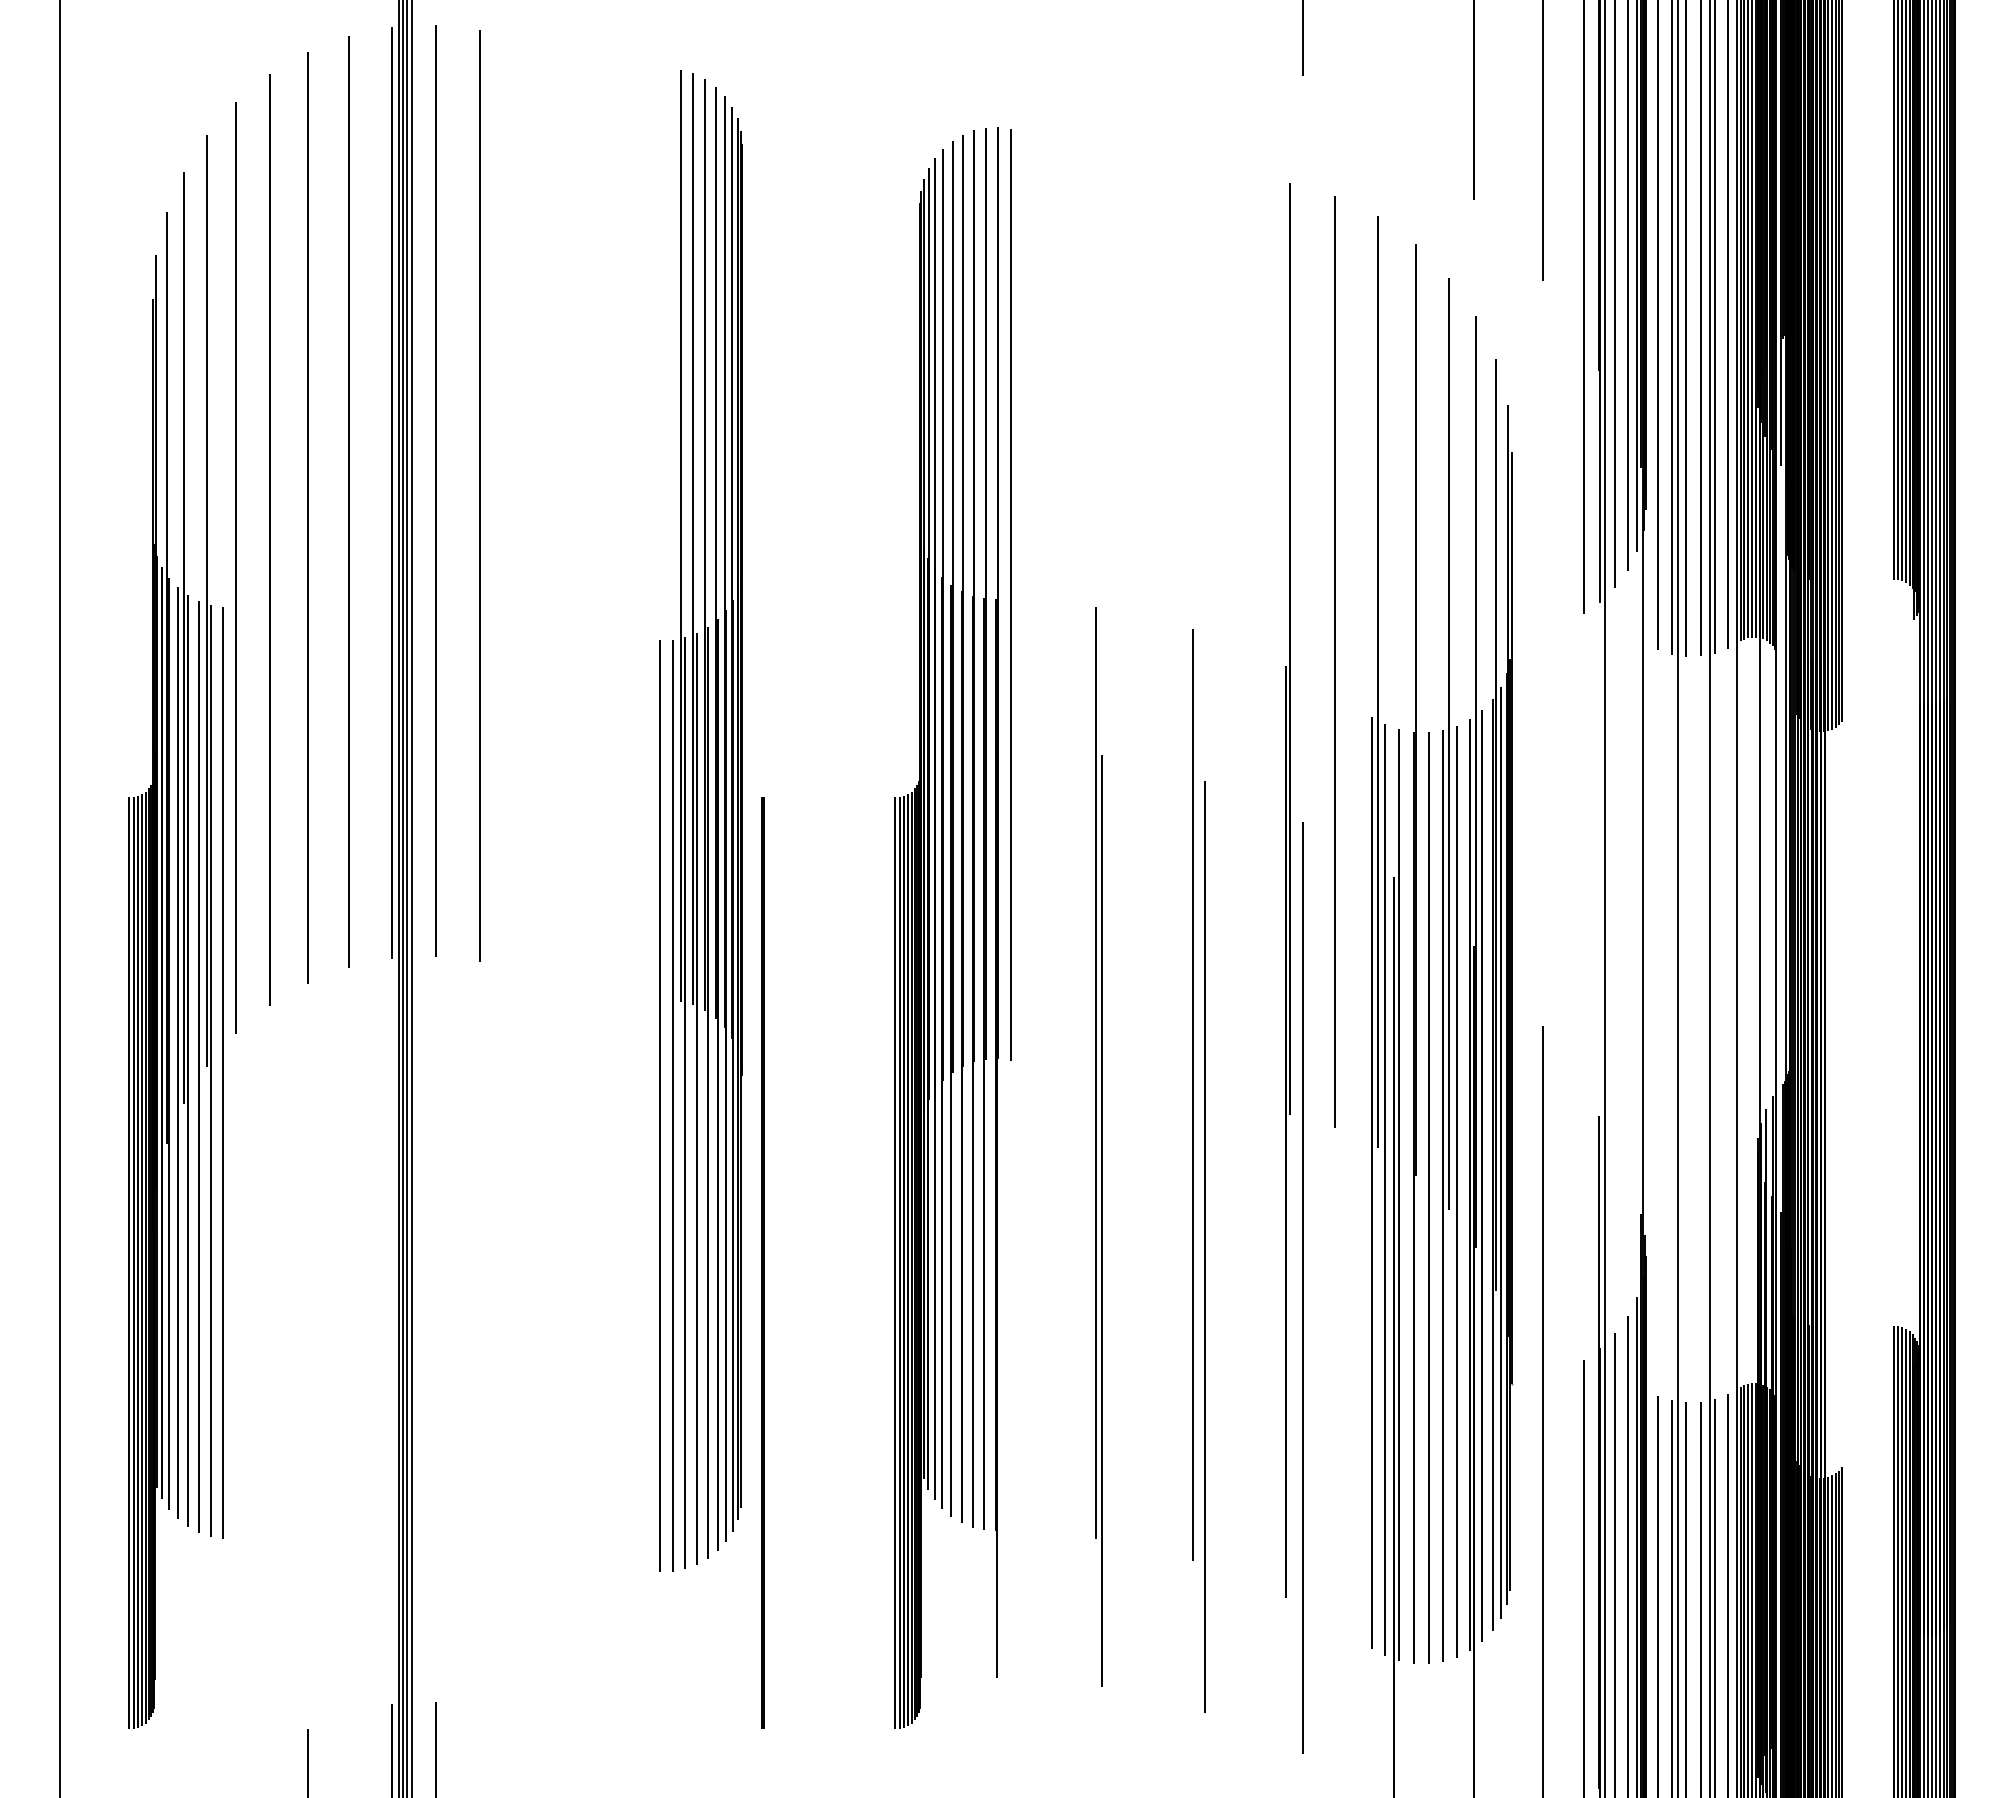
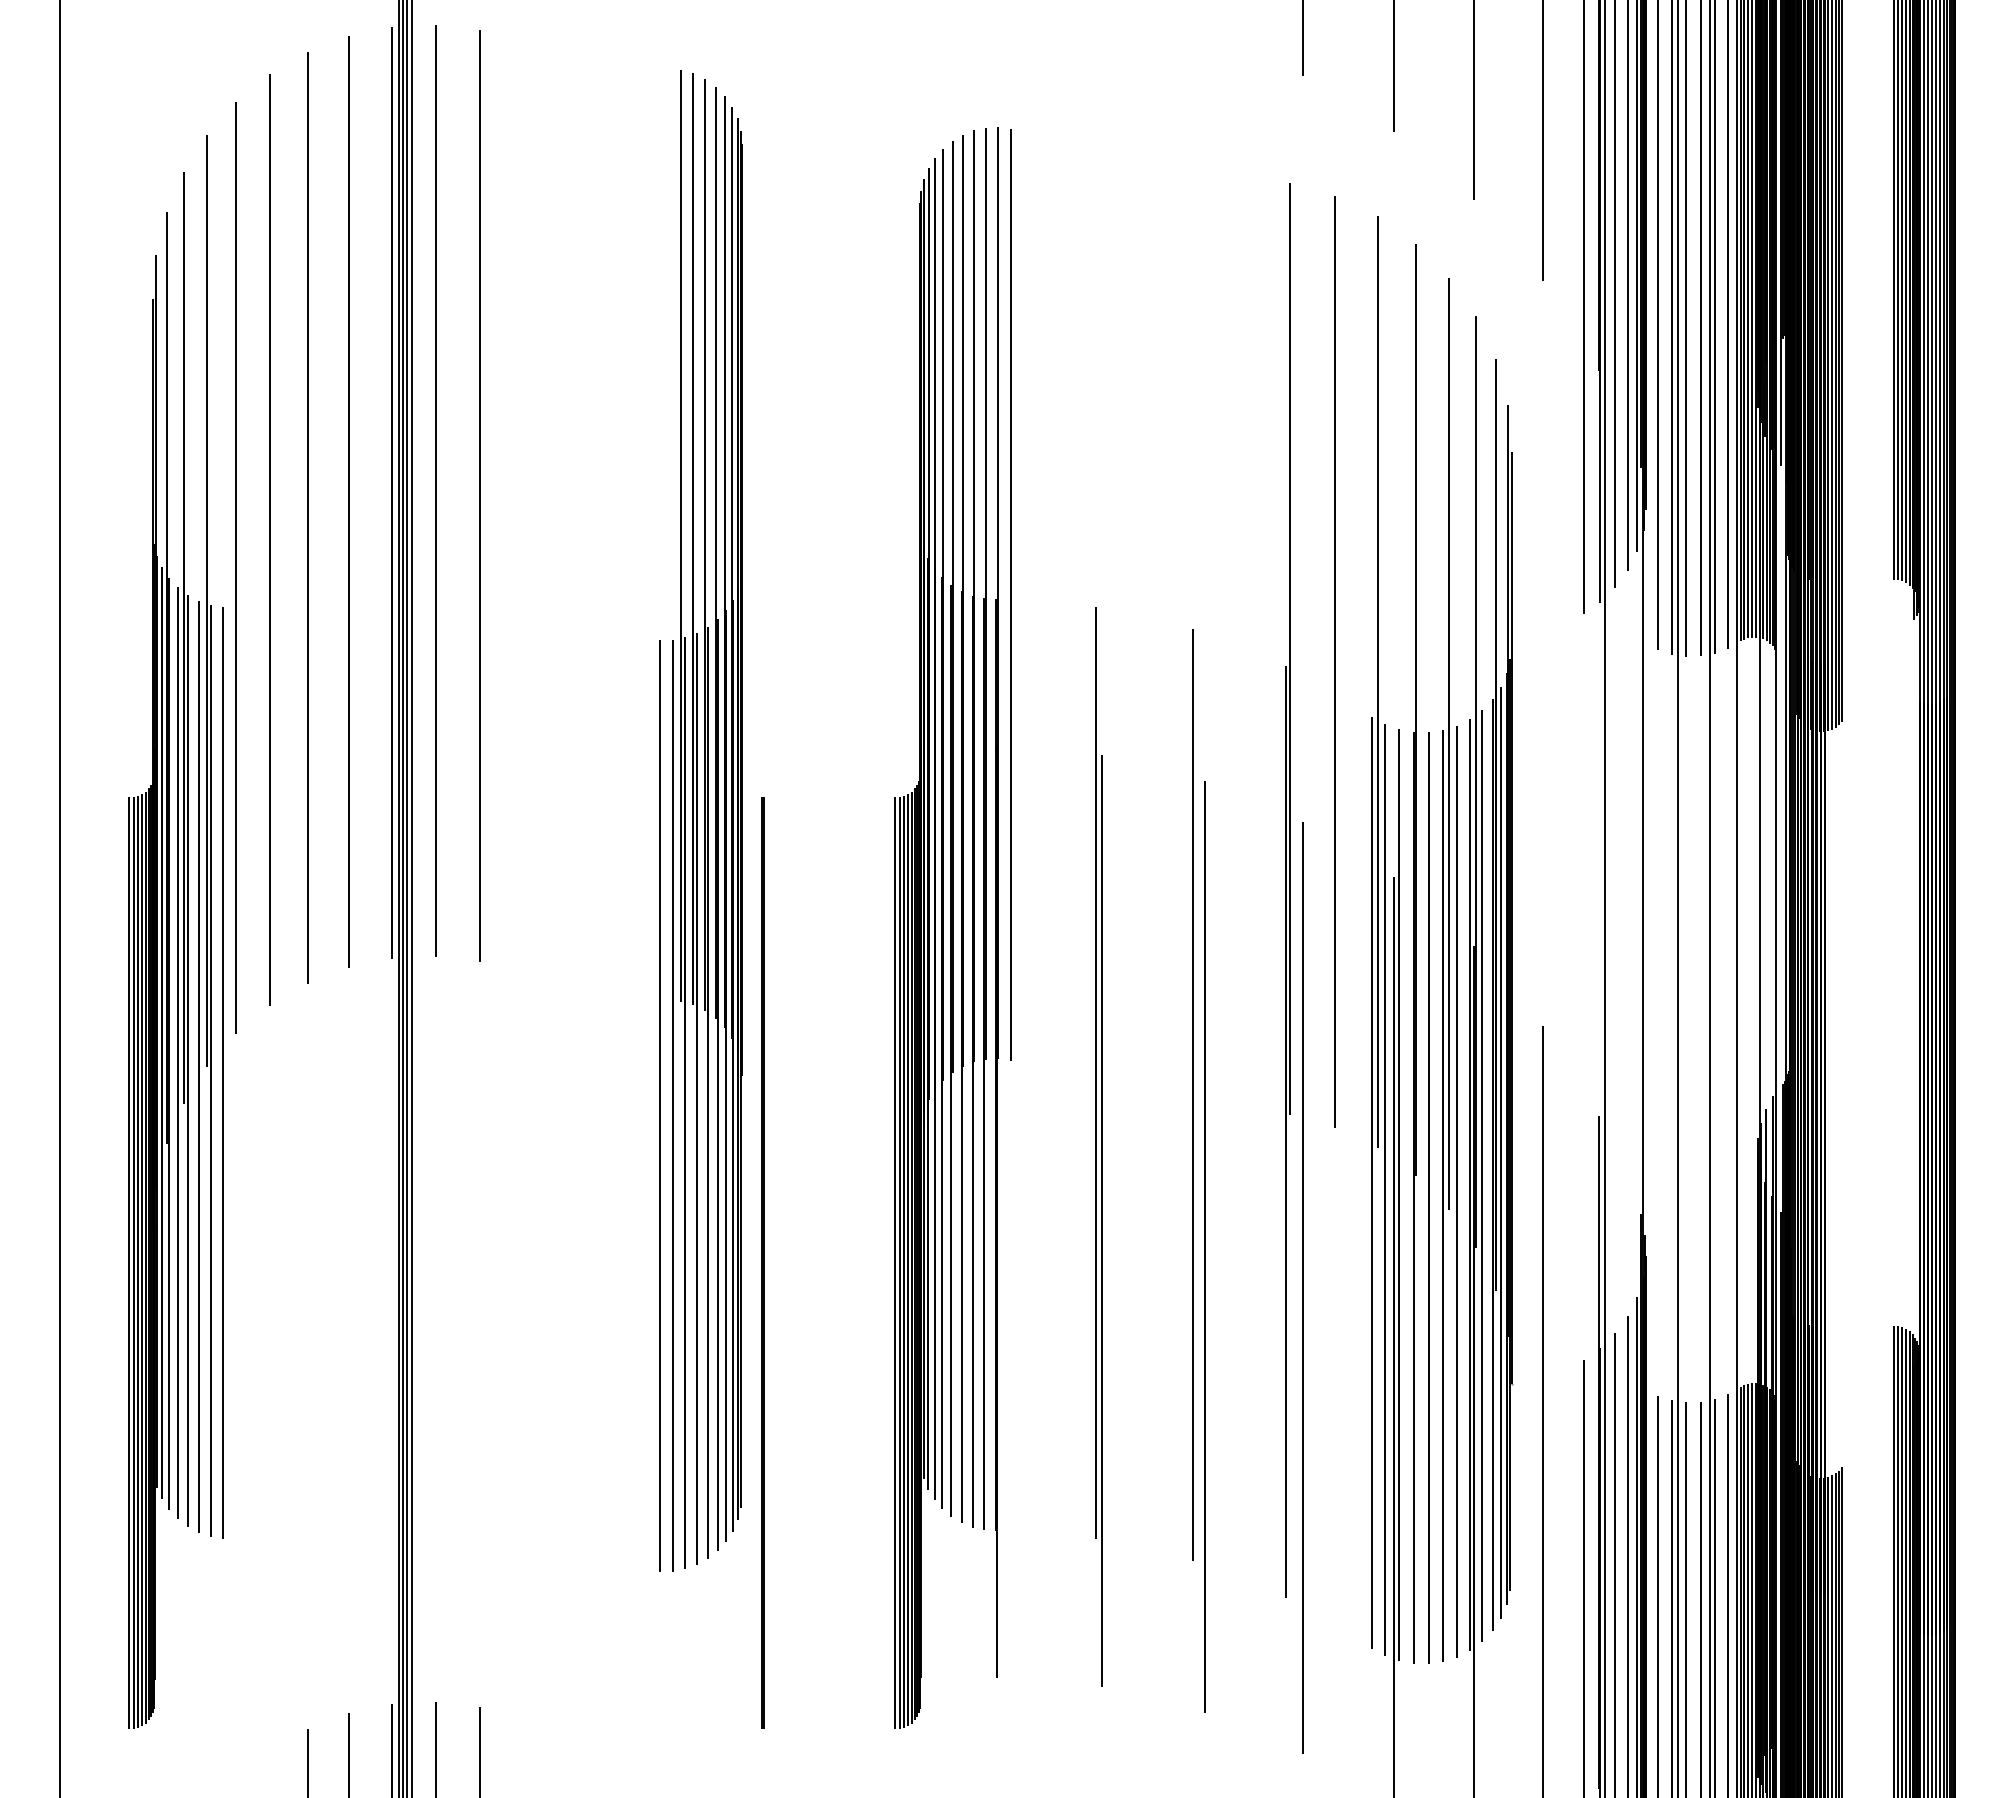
line at (1393, 66): none -> present
line at (479, 1750): none -> present
line at (349, 1753): none -> present
